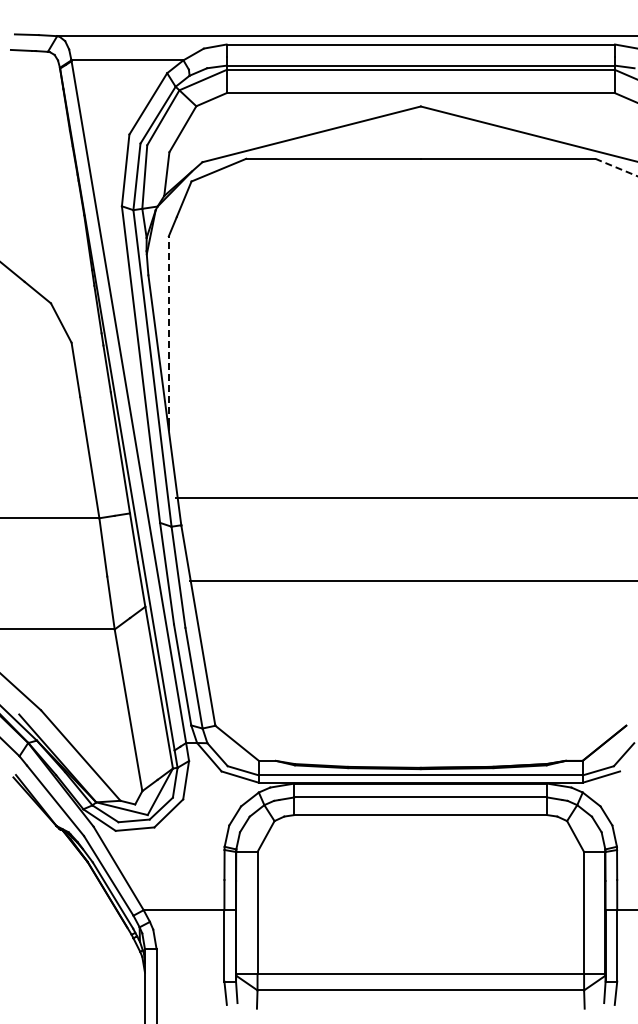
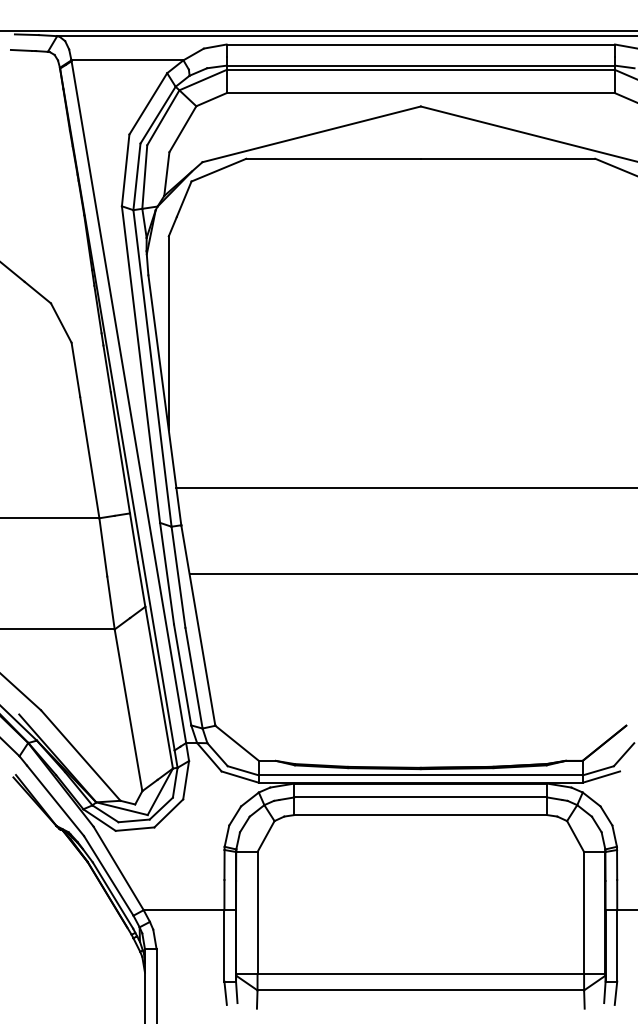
line at (318, 30): none -> present
line at (616, 167): dashed -> solid
line at (168, 330): dashed -> solid
line at (405, 497) position: (405, 497) -> (405, 487)
line at (411, 581) position: (411, 581) -> (411, 574)
